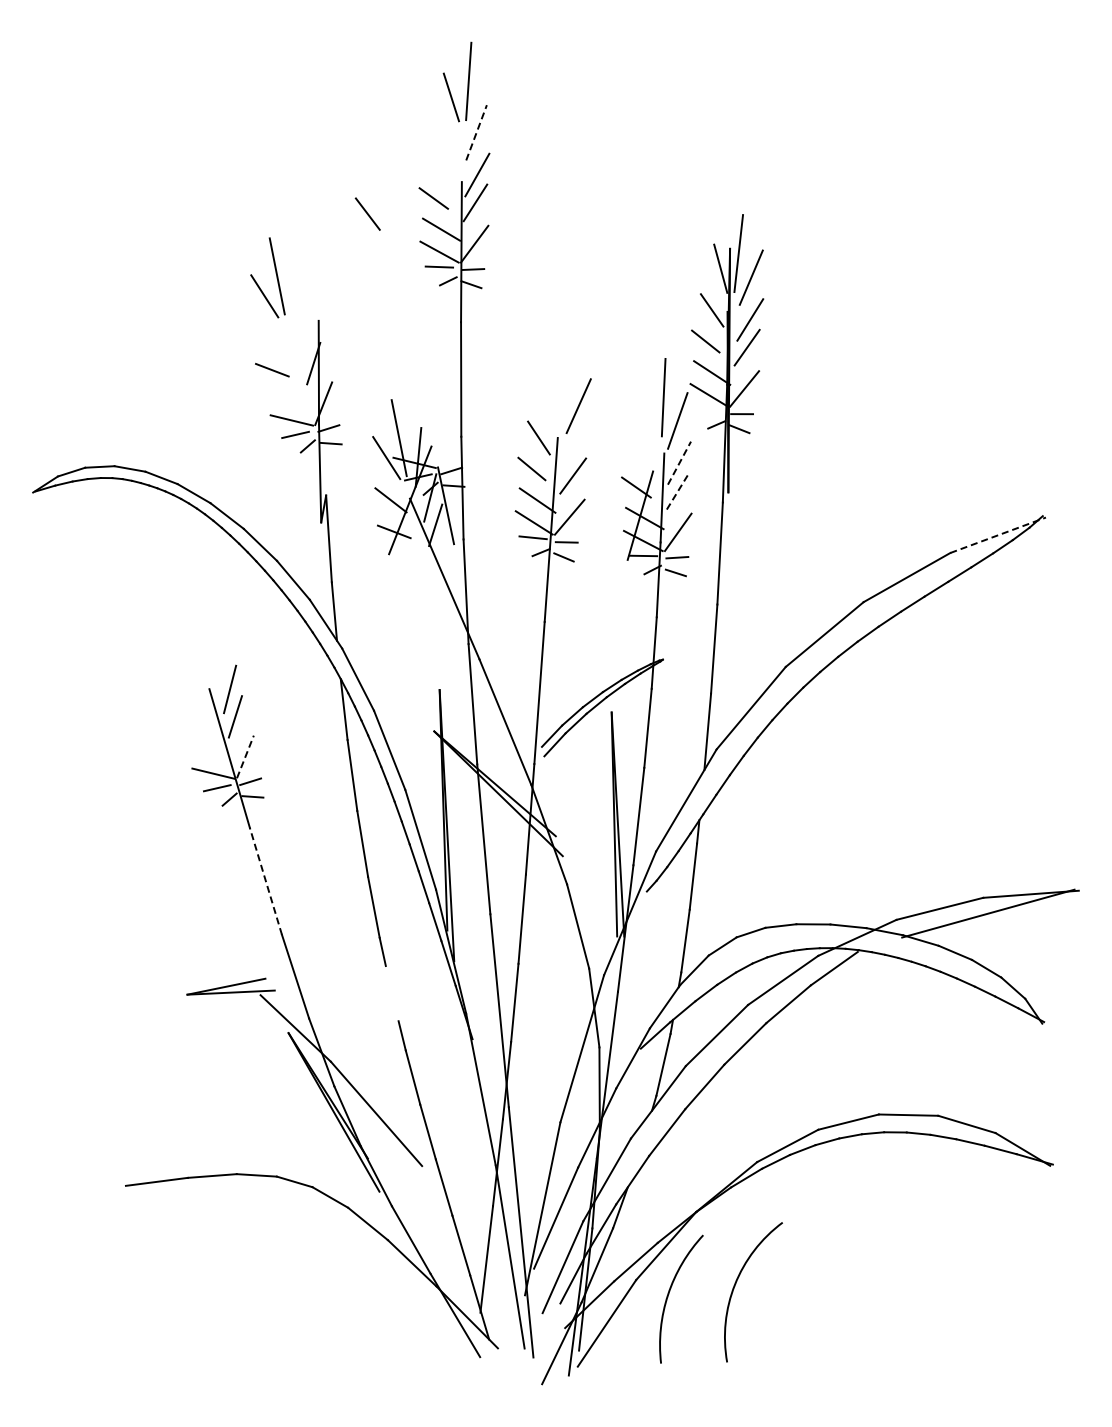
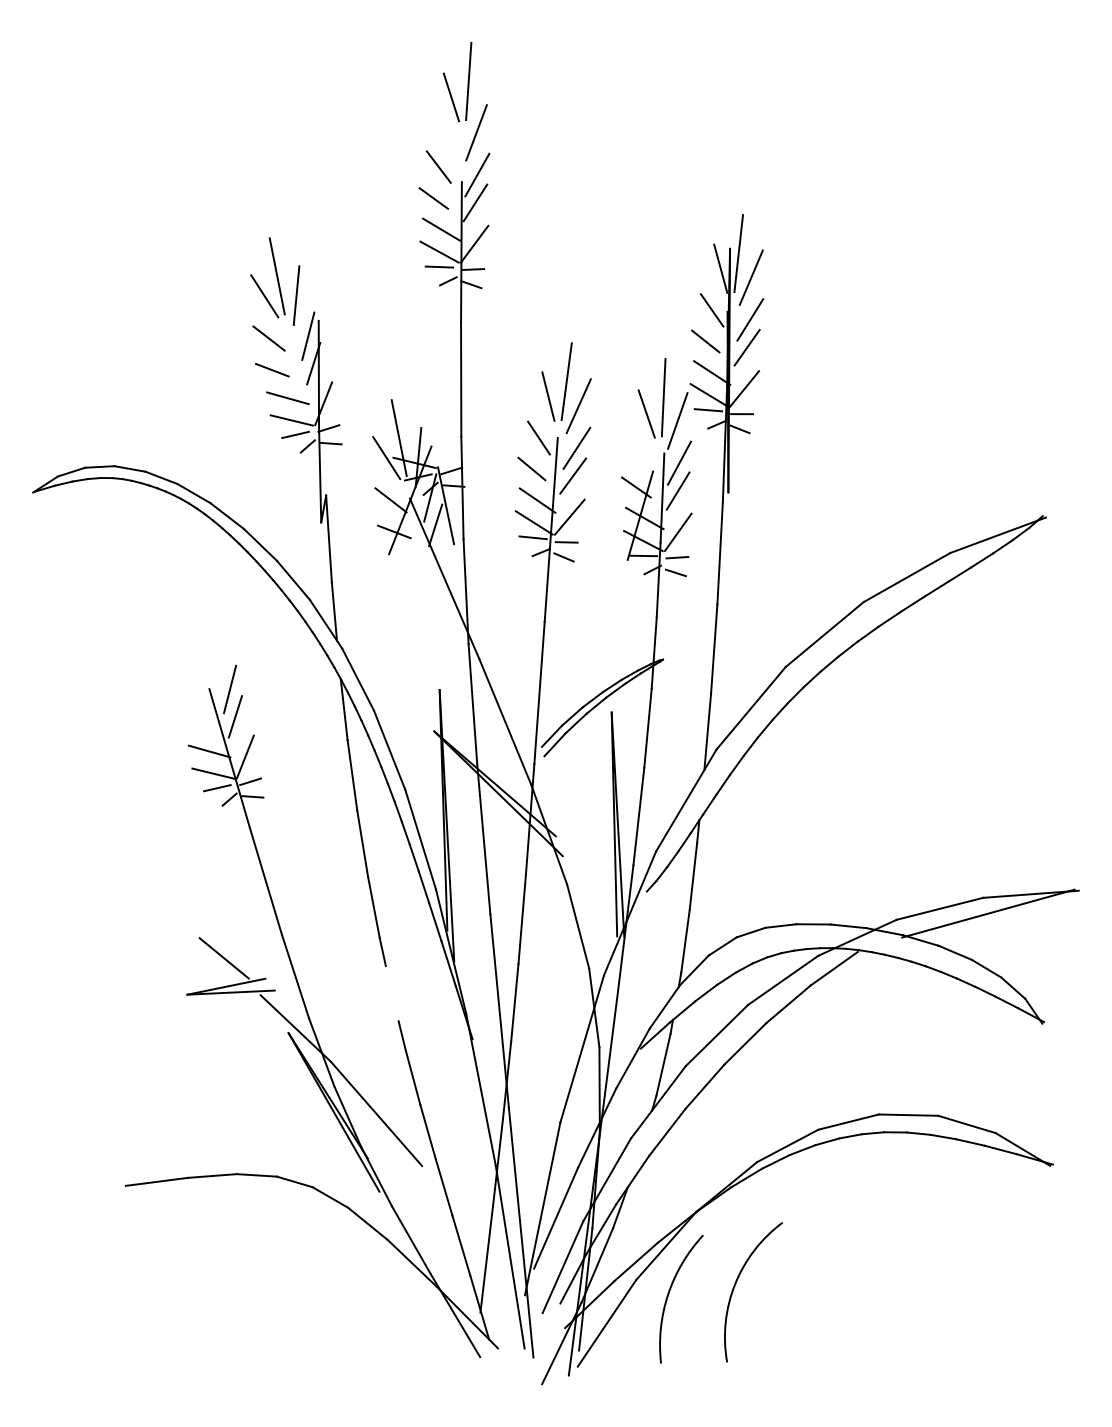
line at (476, 132): dashed -> solid
line at (367, 213) position: (367, 213) -> (438, 166)
line at (296, 295): none -> present
line at (308, 335): none -> present
line at (268, 338): none -> present
part at (565, 381): none -> present
line at (287, 397): none -> present
line at (708, 410): none -> present
line at (646, 413): none -> present
line at (576, 447): none -> present
line at (679, 462): dashed -> solid
line at (678, 491): dashed -> solid
line at (998, 535): dashed -> solid
line at (209, 751): none -> present
line at (245, 756): dashed -> solid
line at (265, 881): dashed -> solid
line at (223, 958): none -> present
